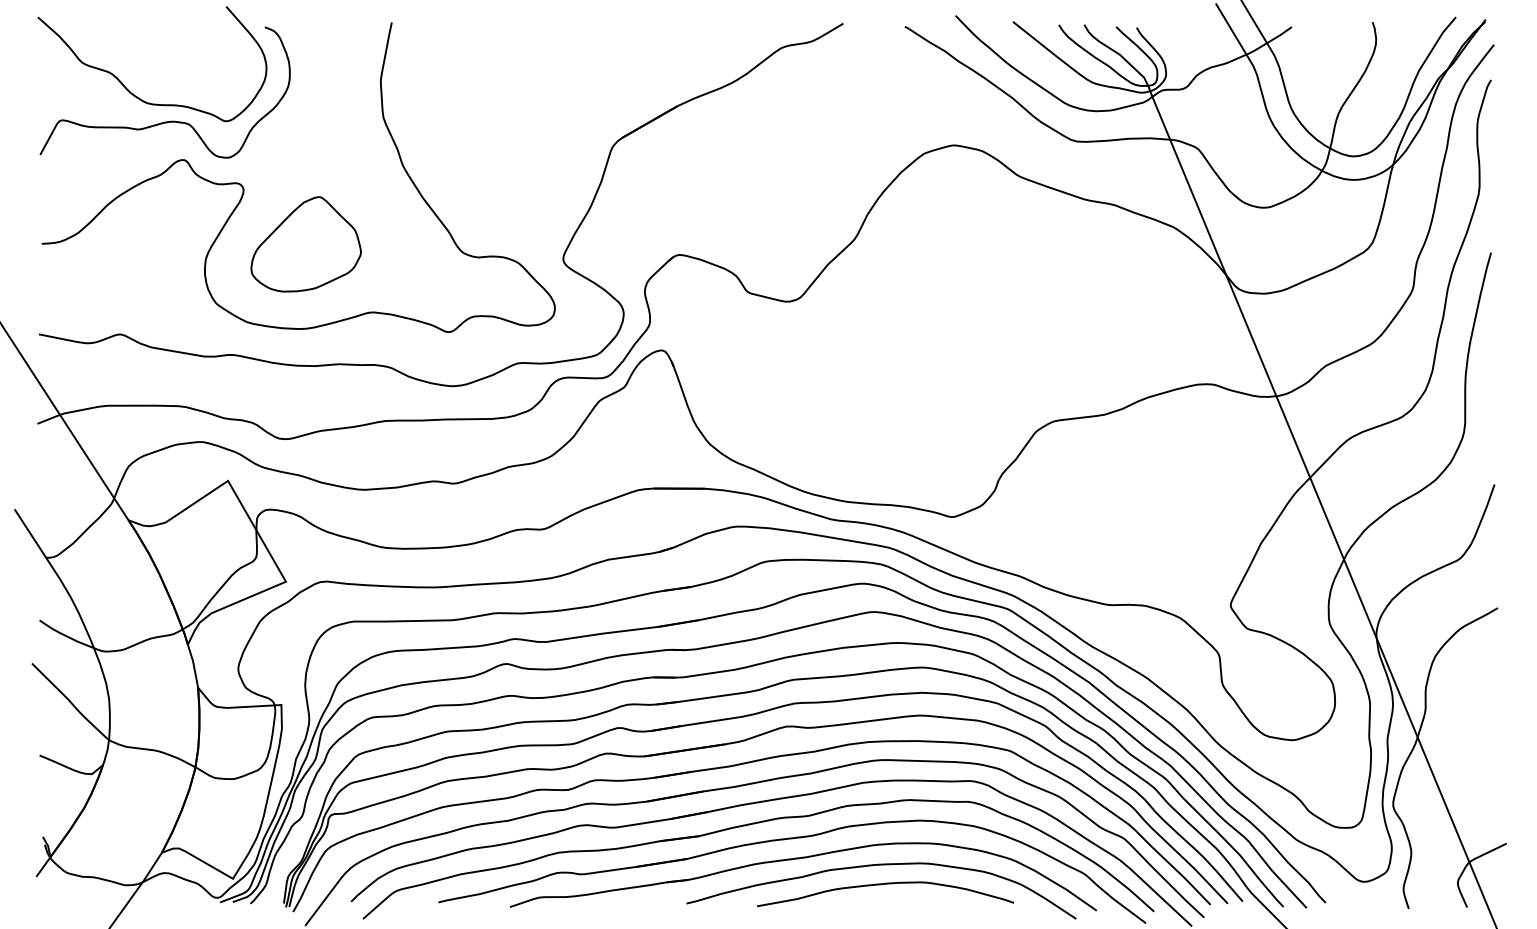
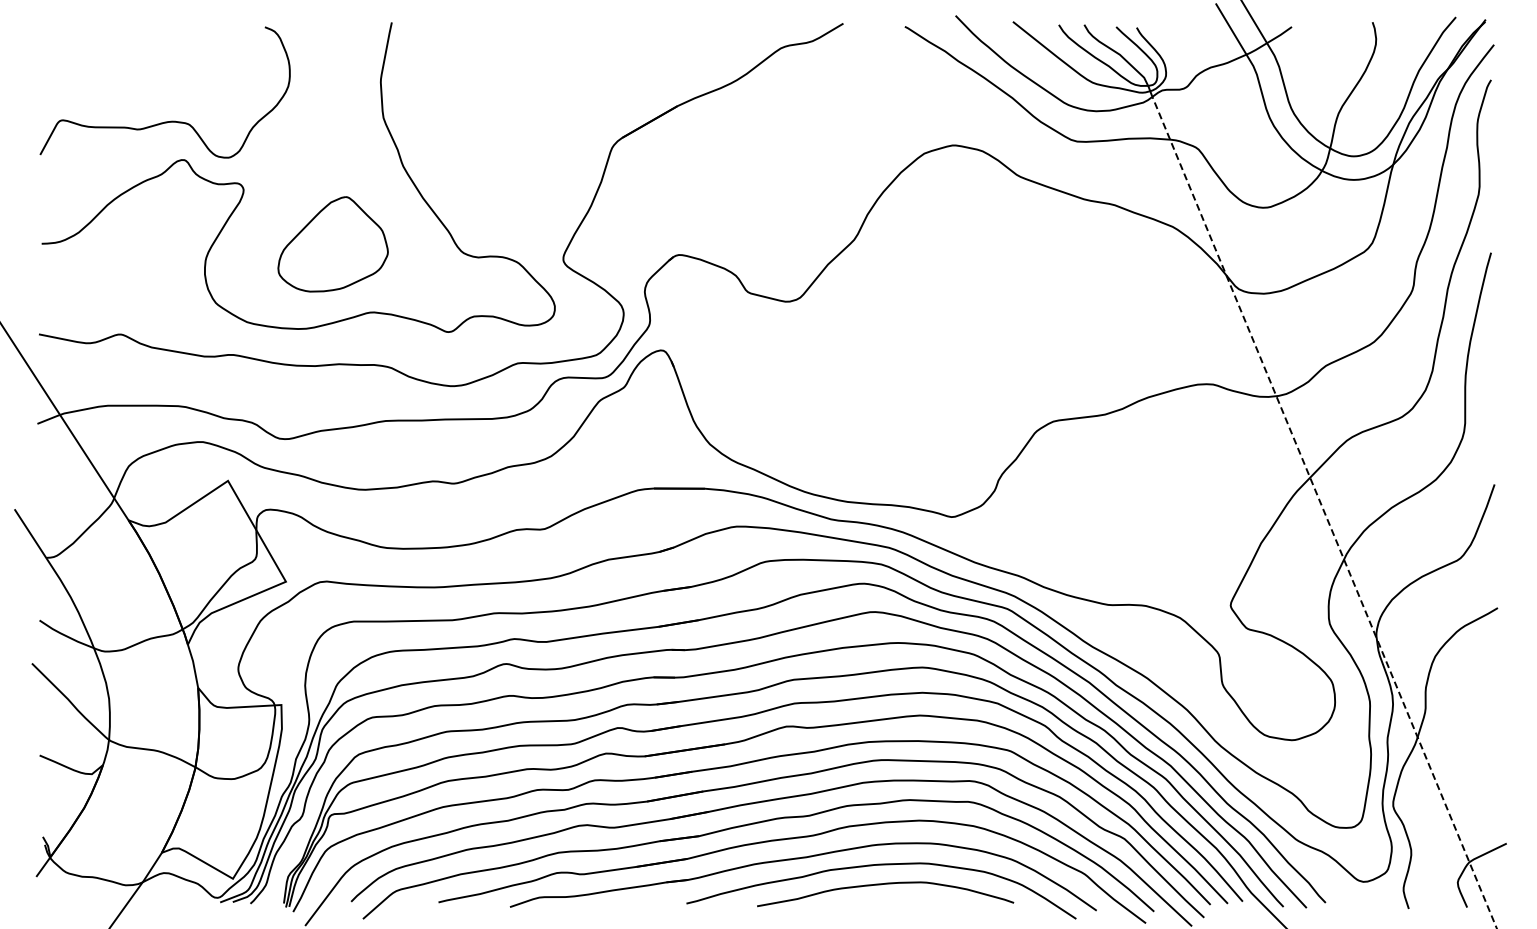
curve at (127, 88): present -> none
part at (305, 244) position: (305, 244) -> (332, 244)
line at (1324, 511): solid -> dashed
